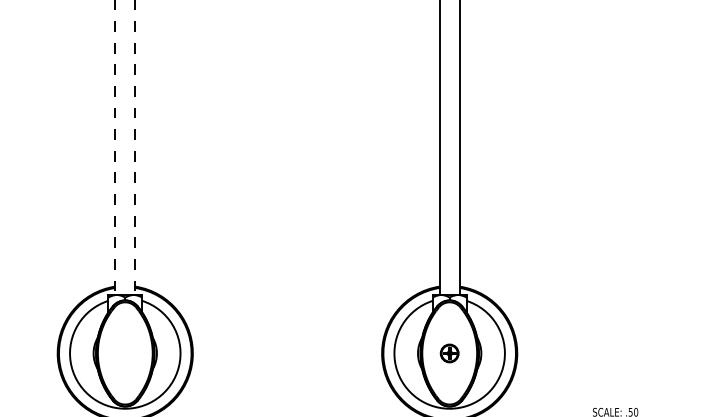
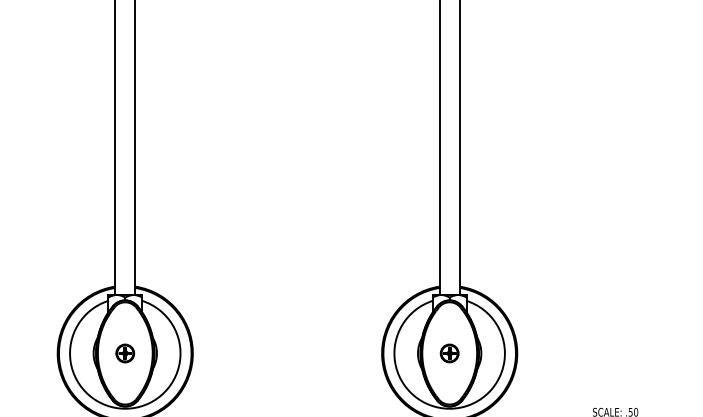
line at (115, 148): dashed -> solid
line at (135, 148): dashed -> solid
part at (125, 353): none -> present
